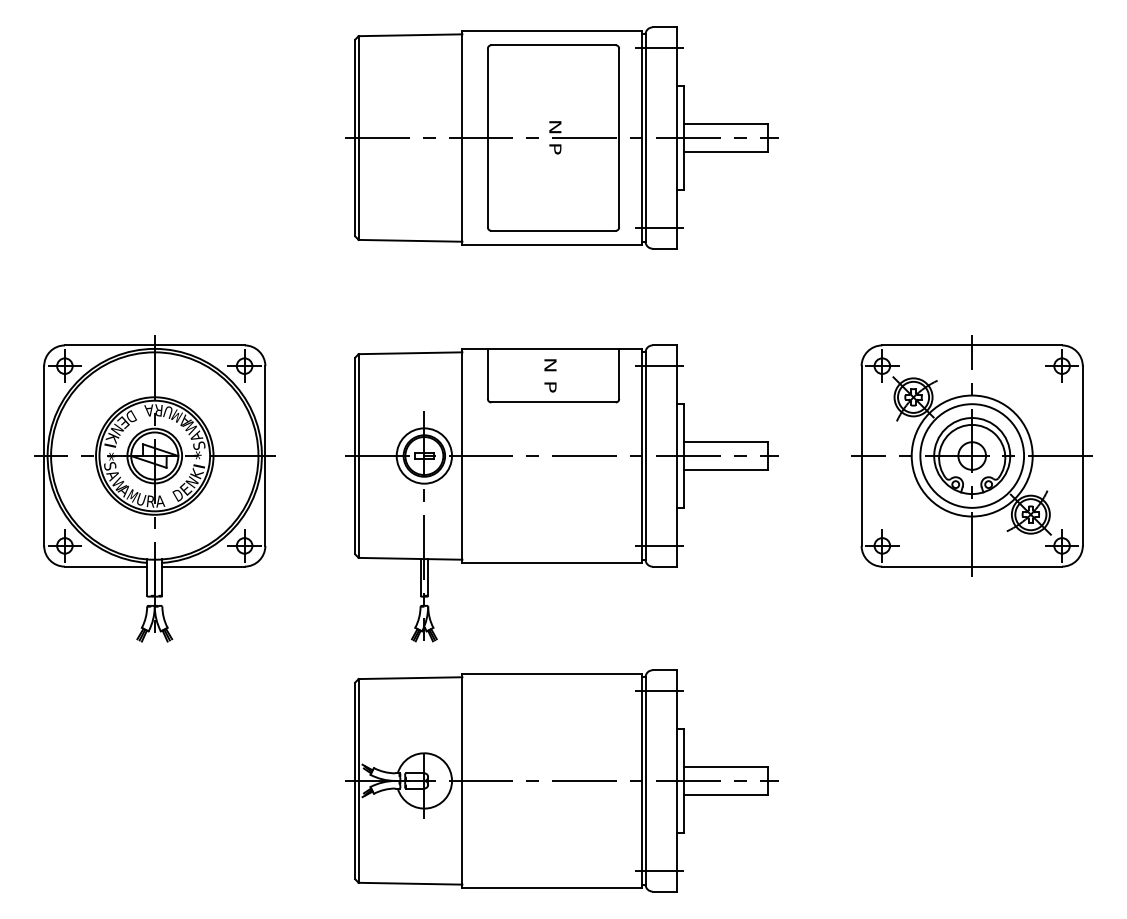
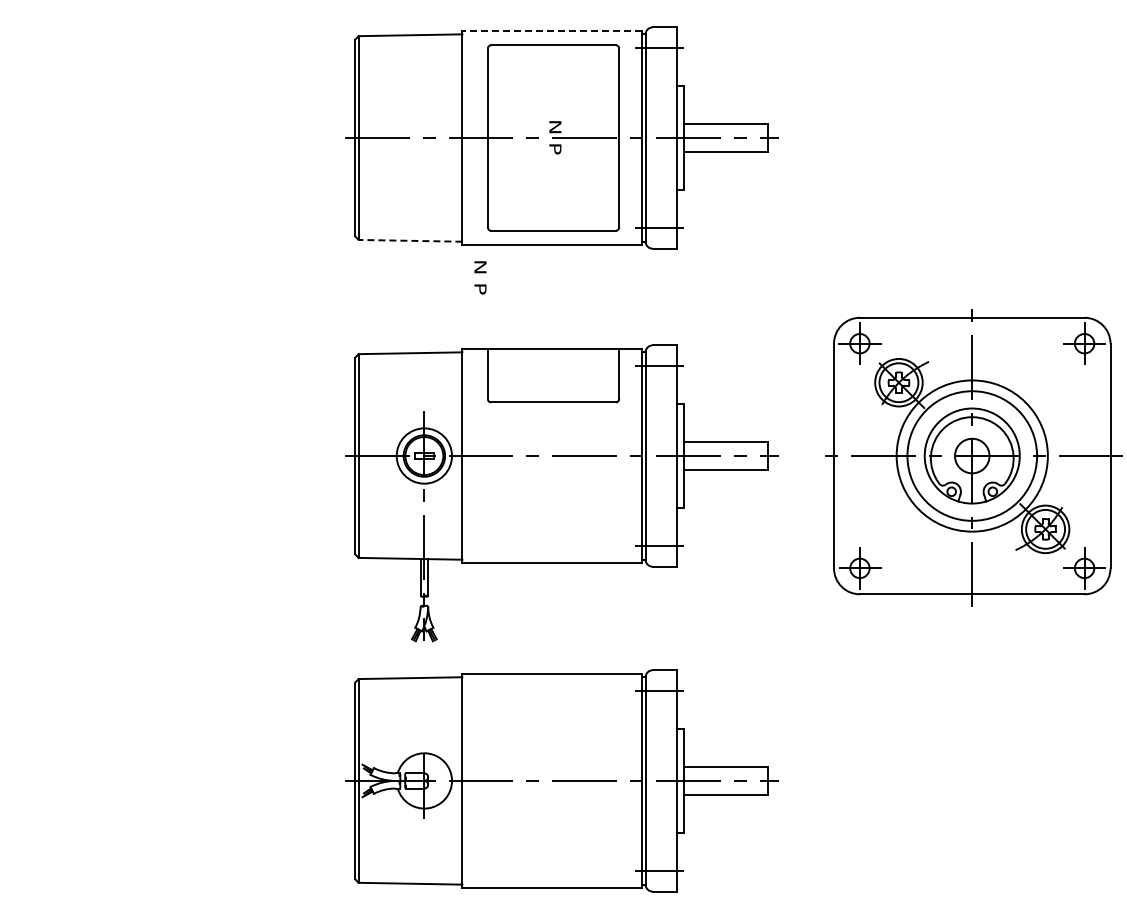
line at (552, 30): solid -> dashed
line at (410, 240): solid -> dashed
text at (550, 375) position: (550, 375) -> (480, 277)
part at (971, 455) size: 242x242 px -> 298x298 px
part at (154, 488): present -> none
